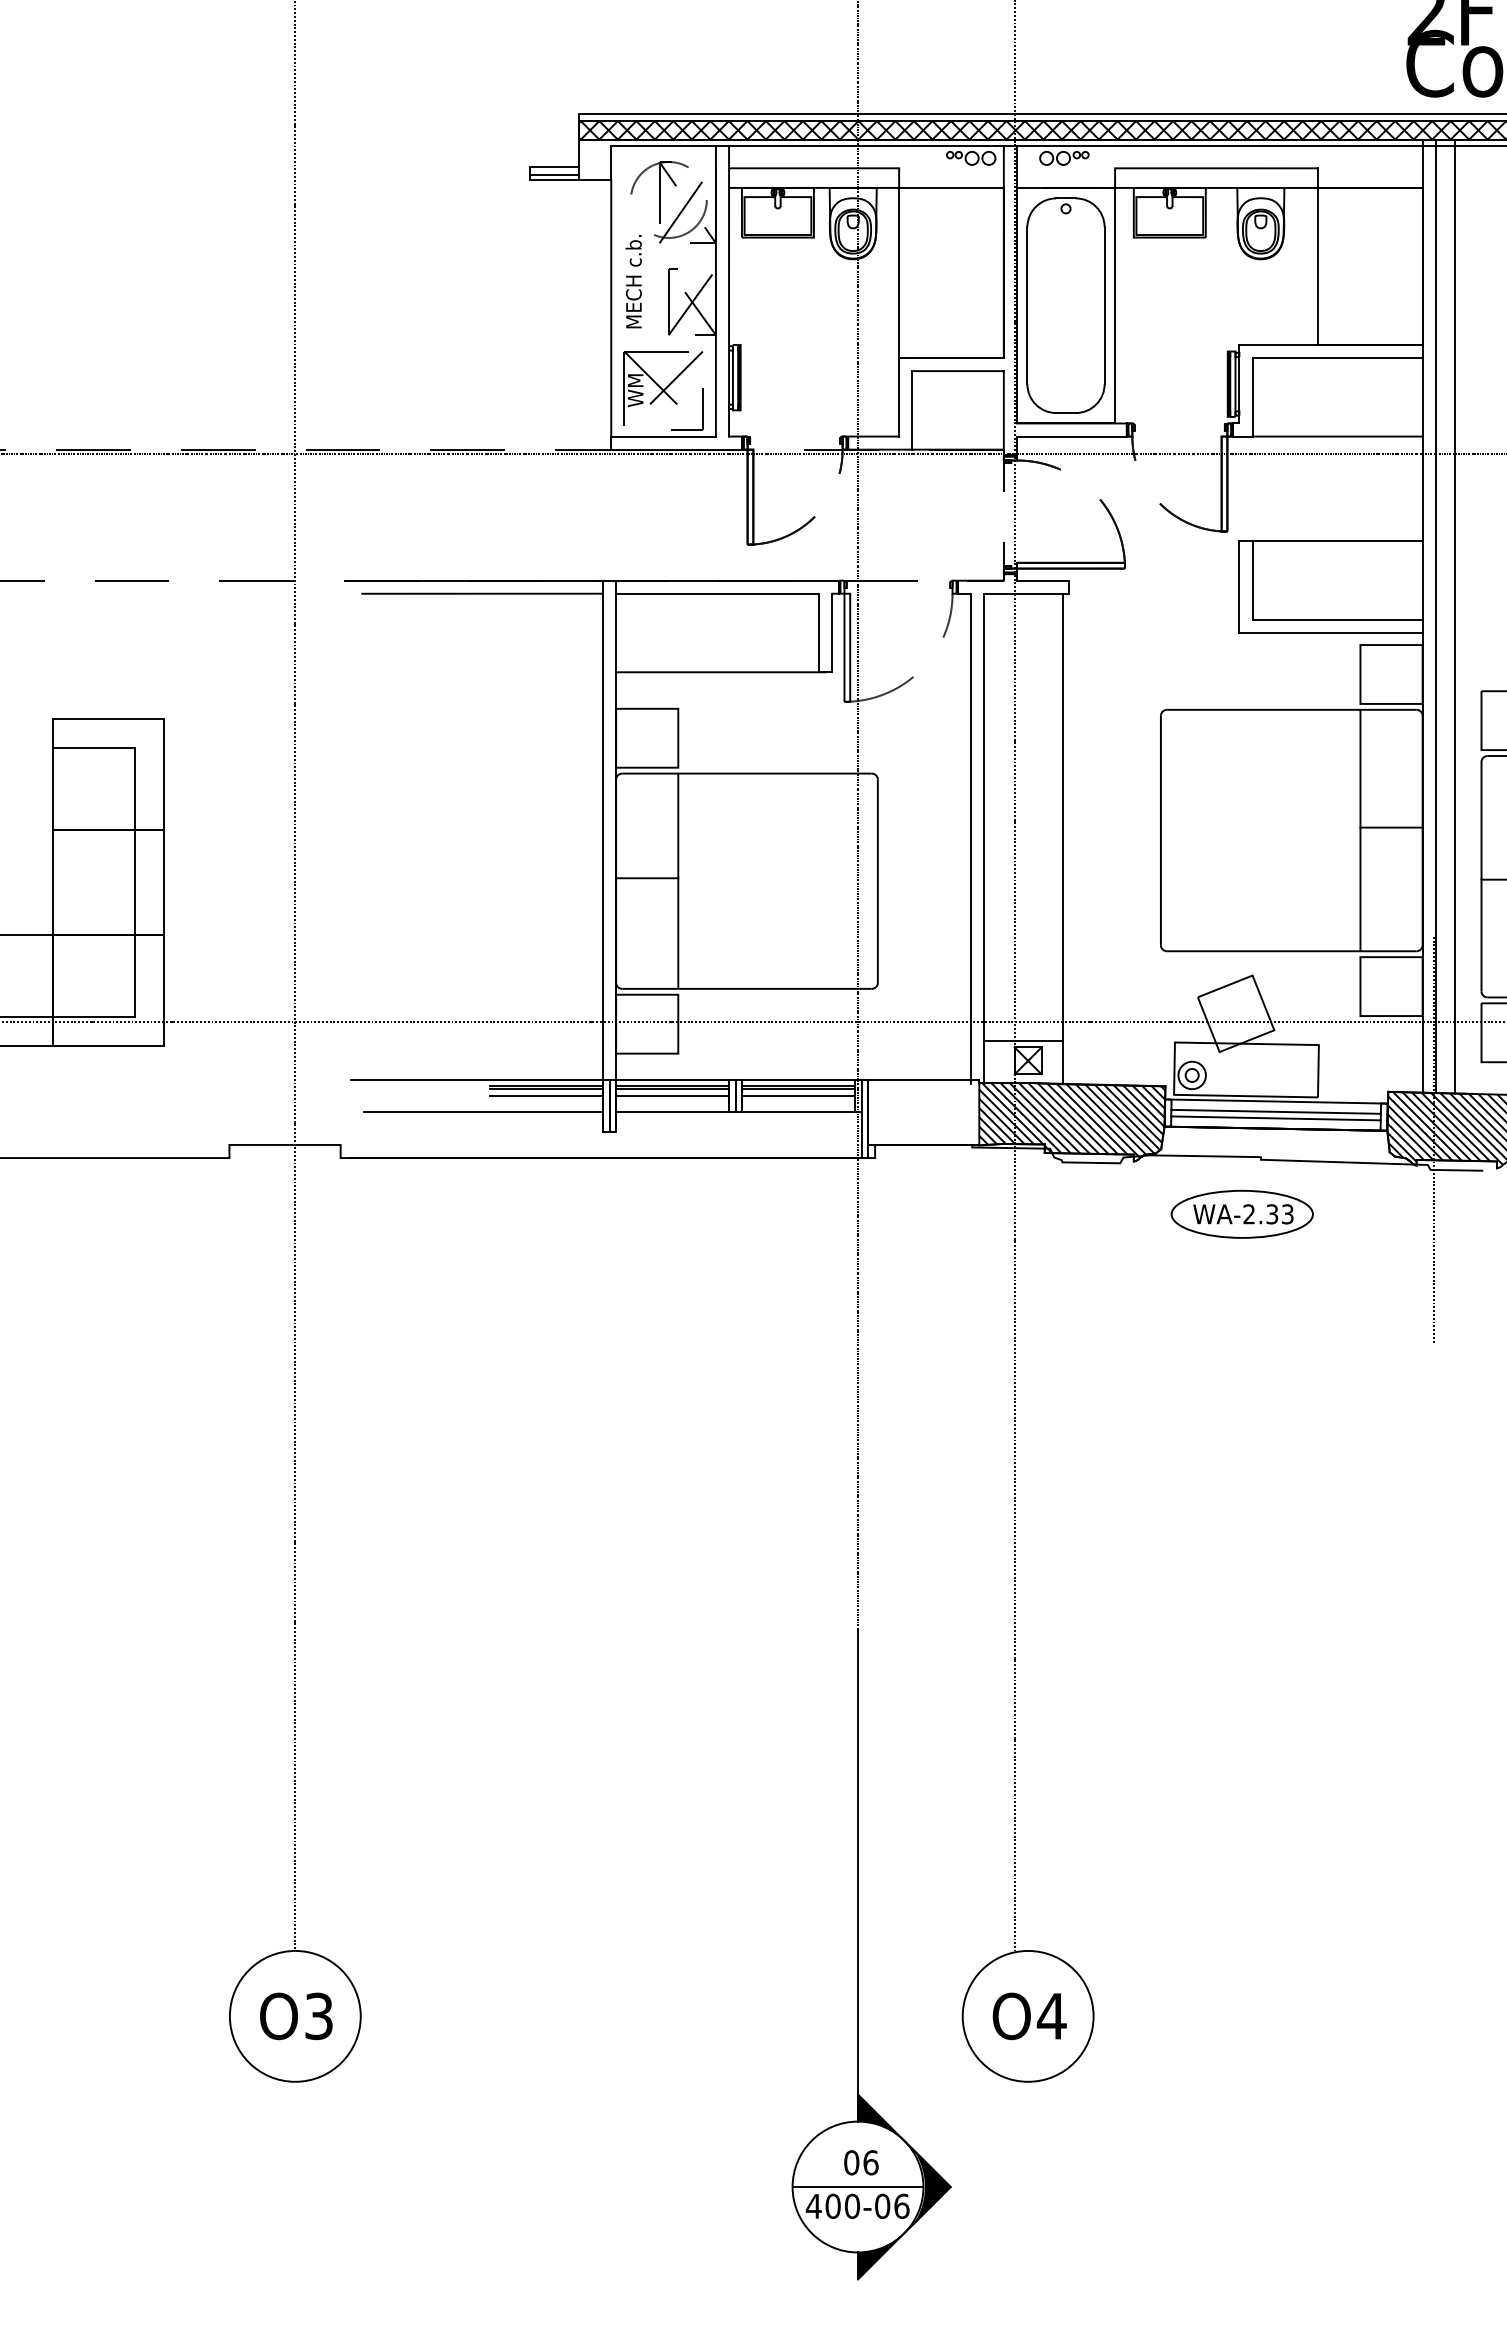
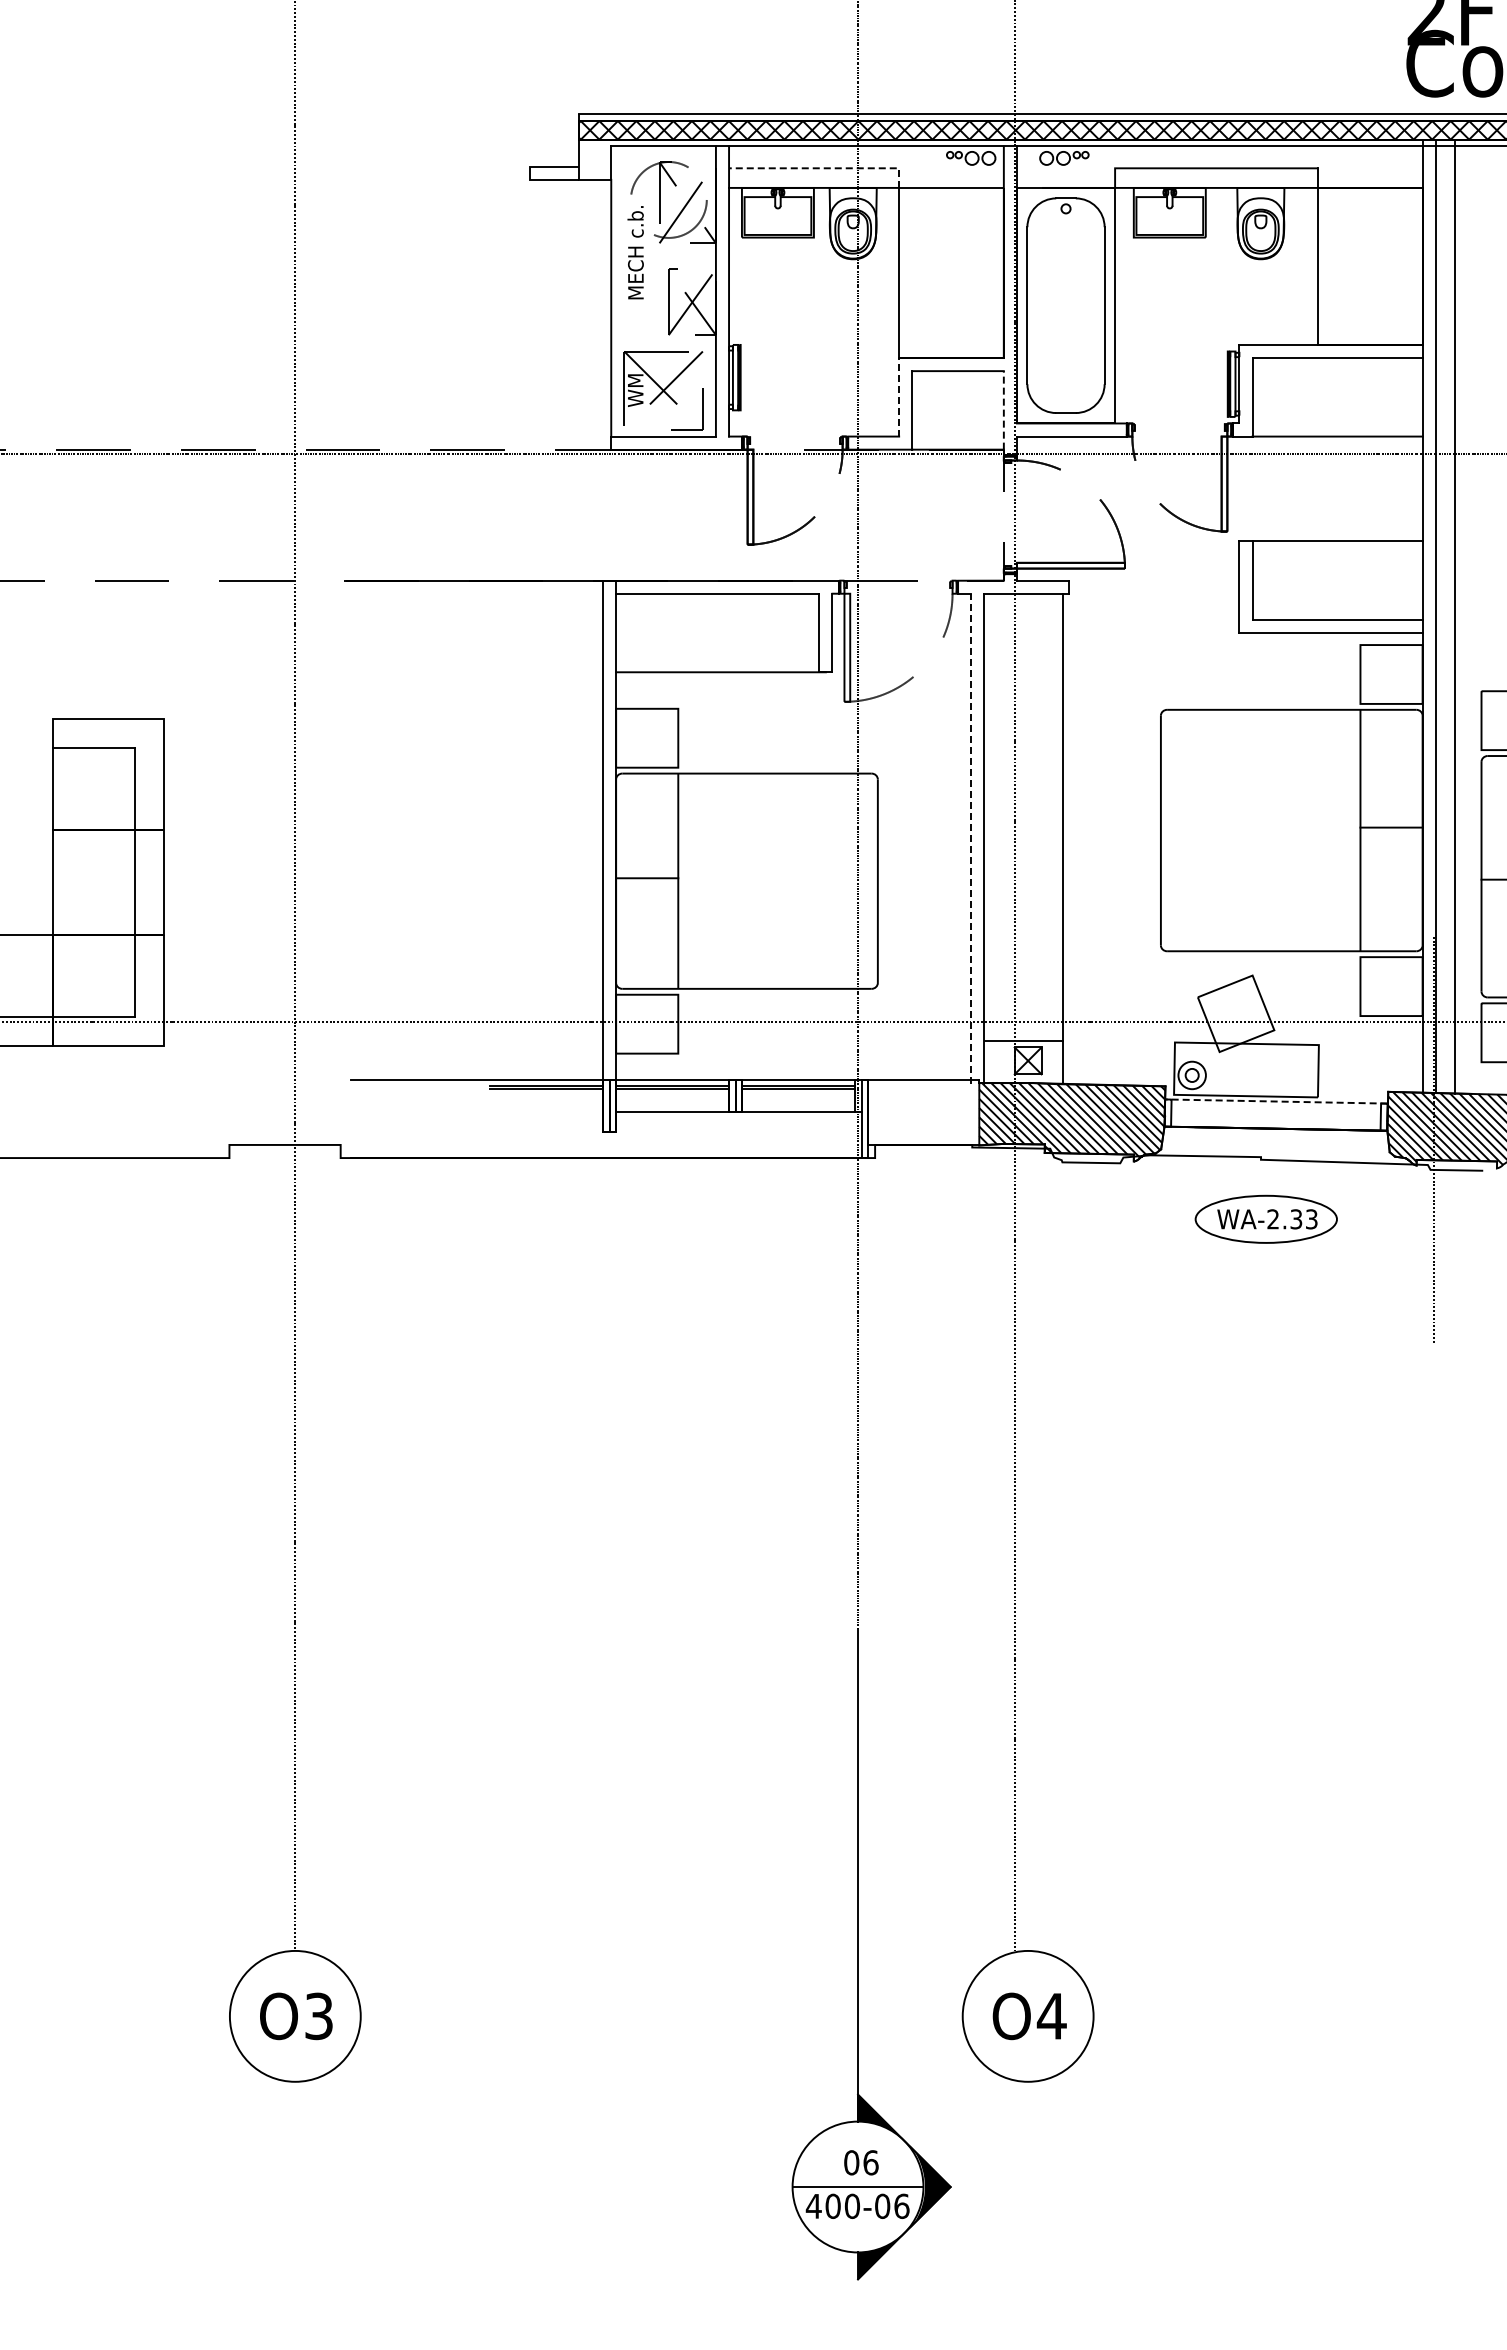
line at (824, 168): solid -> dashed
line at (554, 174): present -> none
text at (633, 281) position: (633, 281) -> (635, 252)
line at (899, 396): solid -> dashed
line at (1003, 409): solid -> dashed
line at (482, 593): present -> none
line at (971, 838): solid -> dashed
line at (546, 1095): present -> none
line at (672, 1095): present -> none
line at (798, 1095): present -> none
line at (1275, 1101): solid -> dashed
line at (1275, 1111): present -> none
line at (483, 1112): present -> none
line at (1275, 1118): present -> none
part at (1241, 1213) position: (1241, 1213) -> (1265, 1218)
